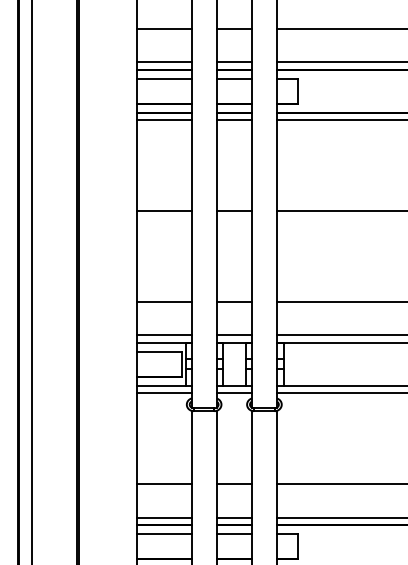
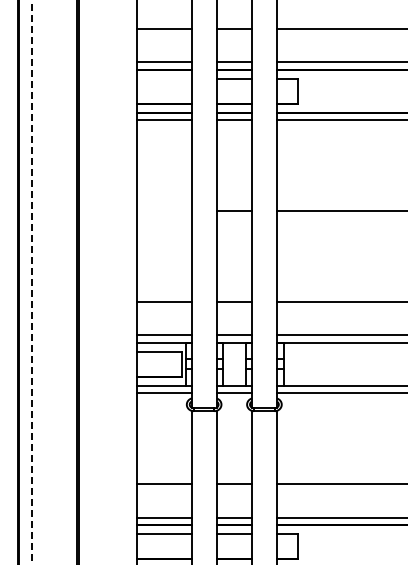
line at (163, 78): present -> none
line at (163, 211): present -> none
line at (31, 282): solid -> dashed
